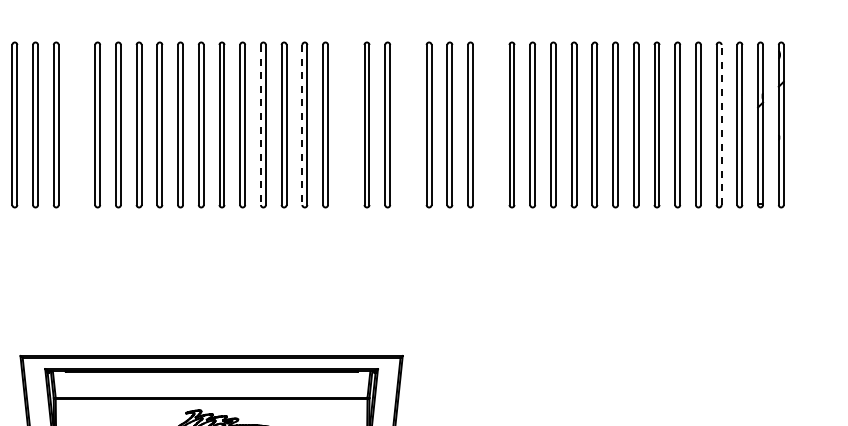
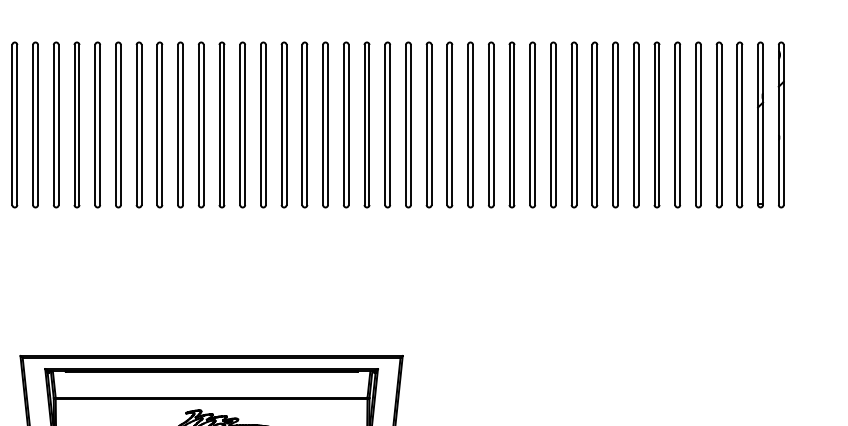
part at (76, 124): none -> present
part at (346, 124): none -> present
part at (408, 124): none -> present
part at (491, 124): none -> present
line at (721, 124): dashed -> solid
line at (260, 125): dashed -> solid
line at (302, 125): dashed -> solid
